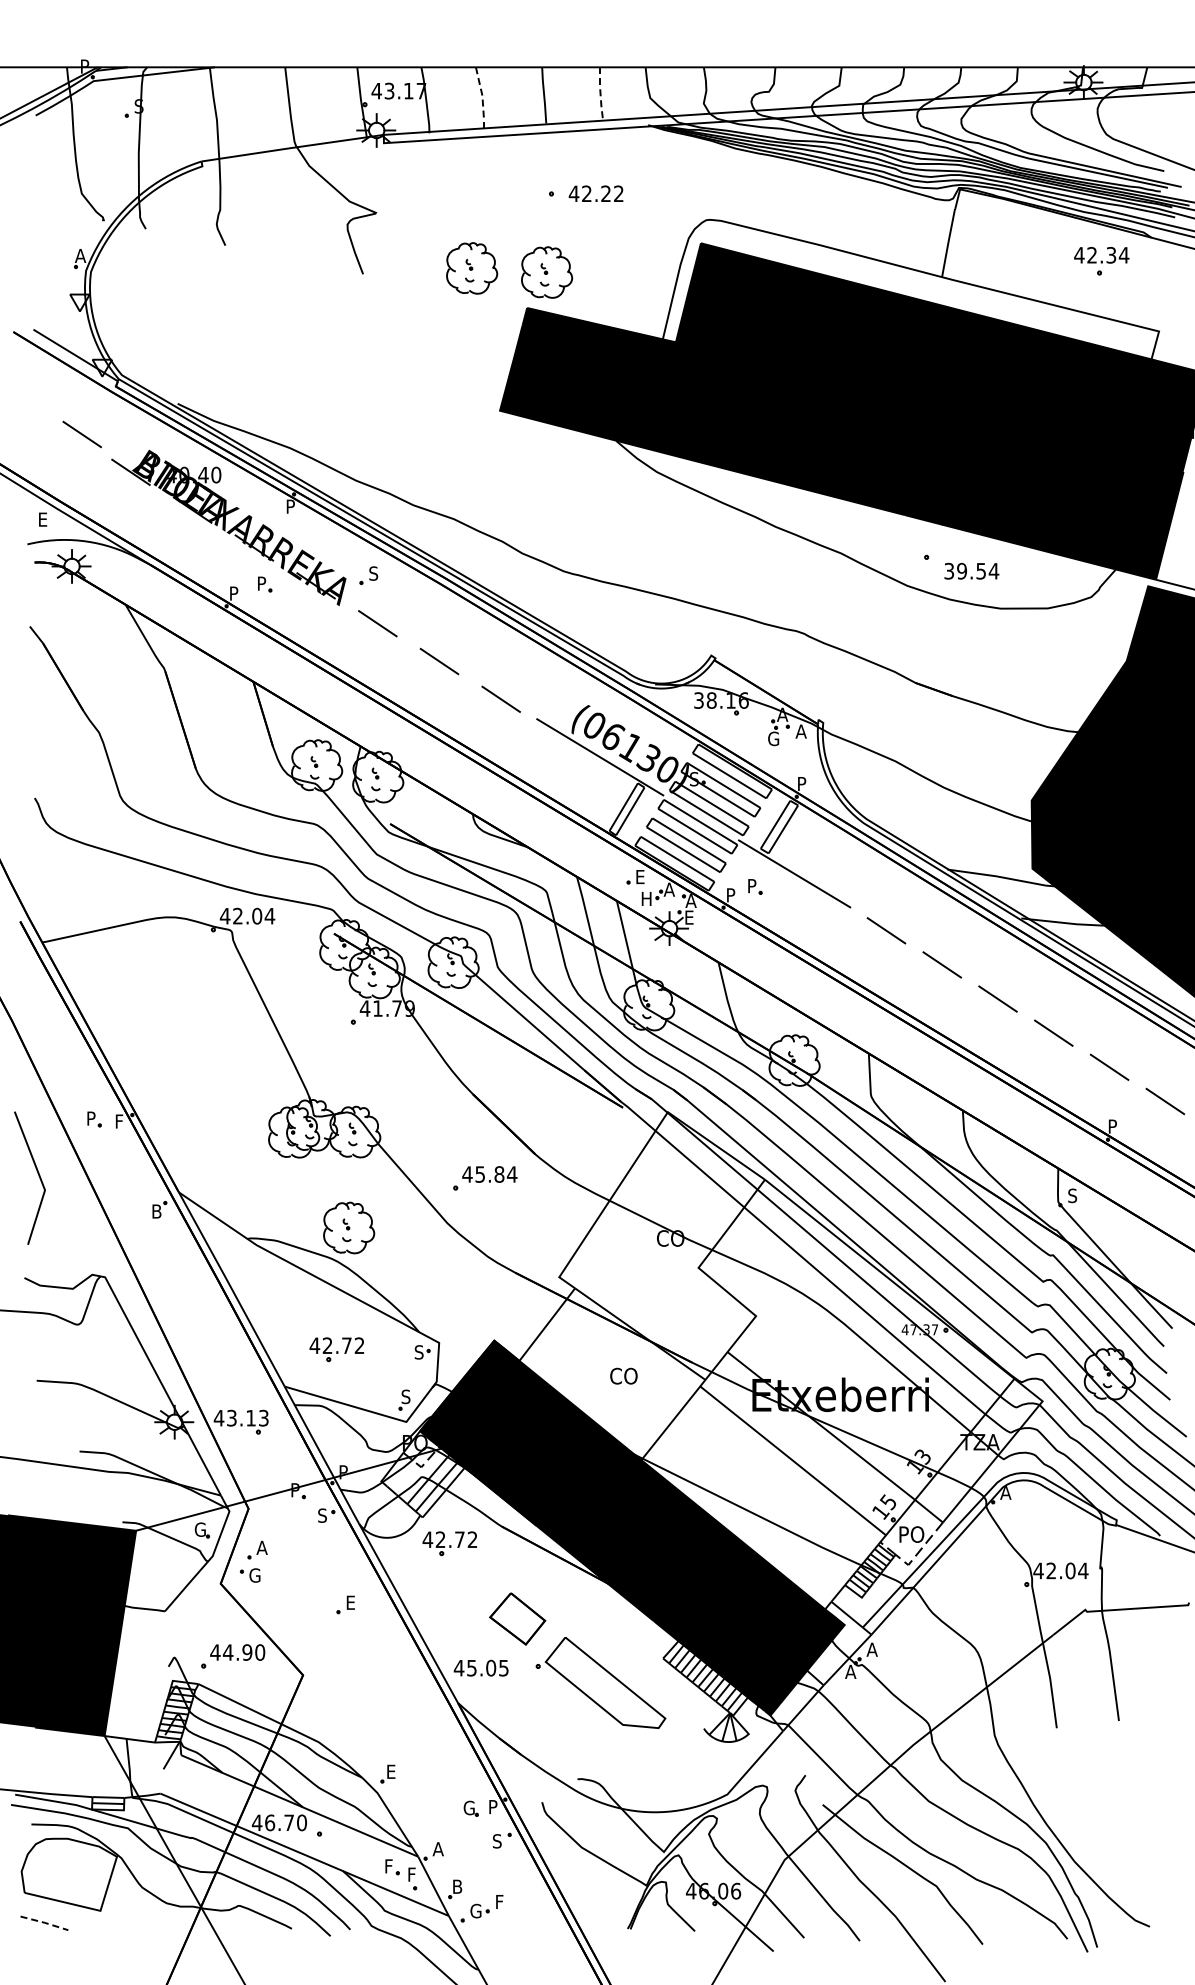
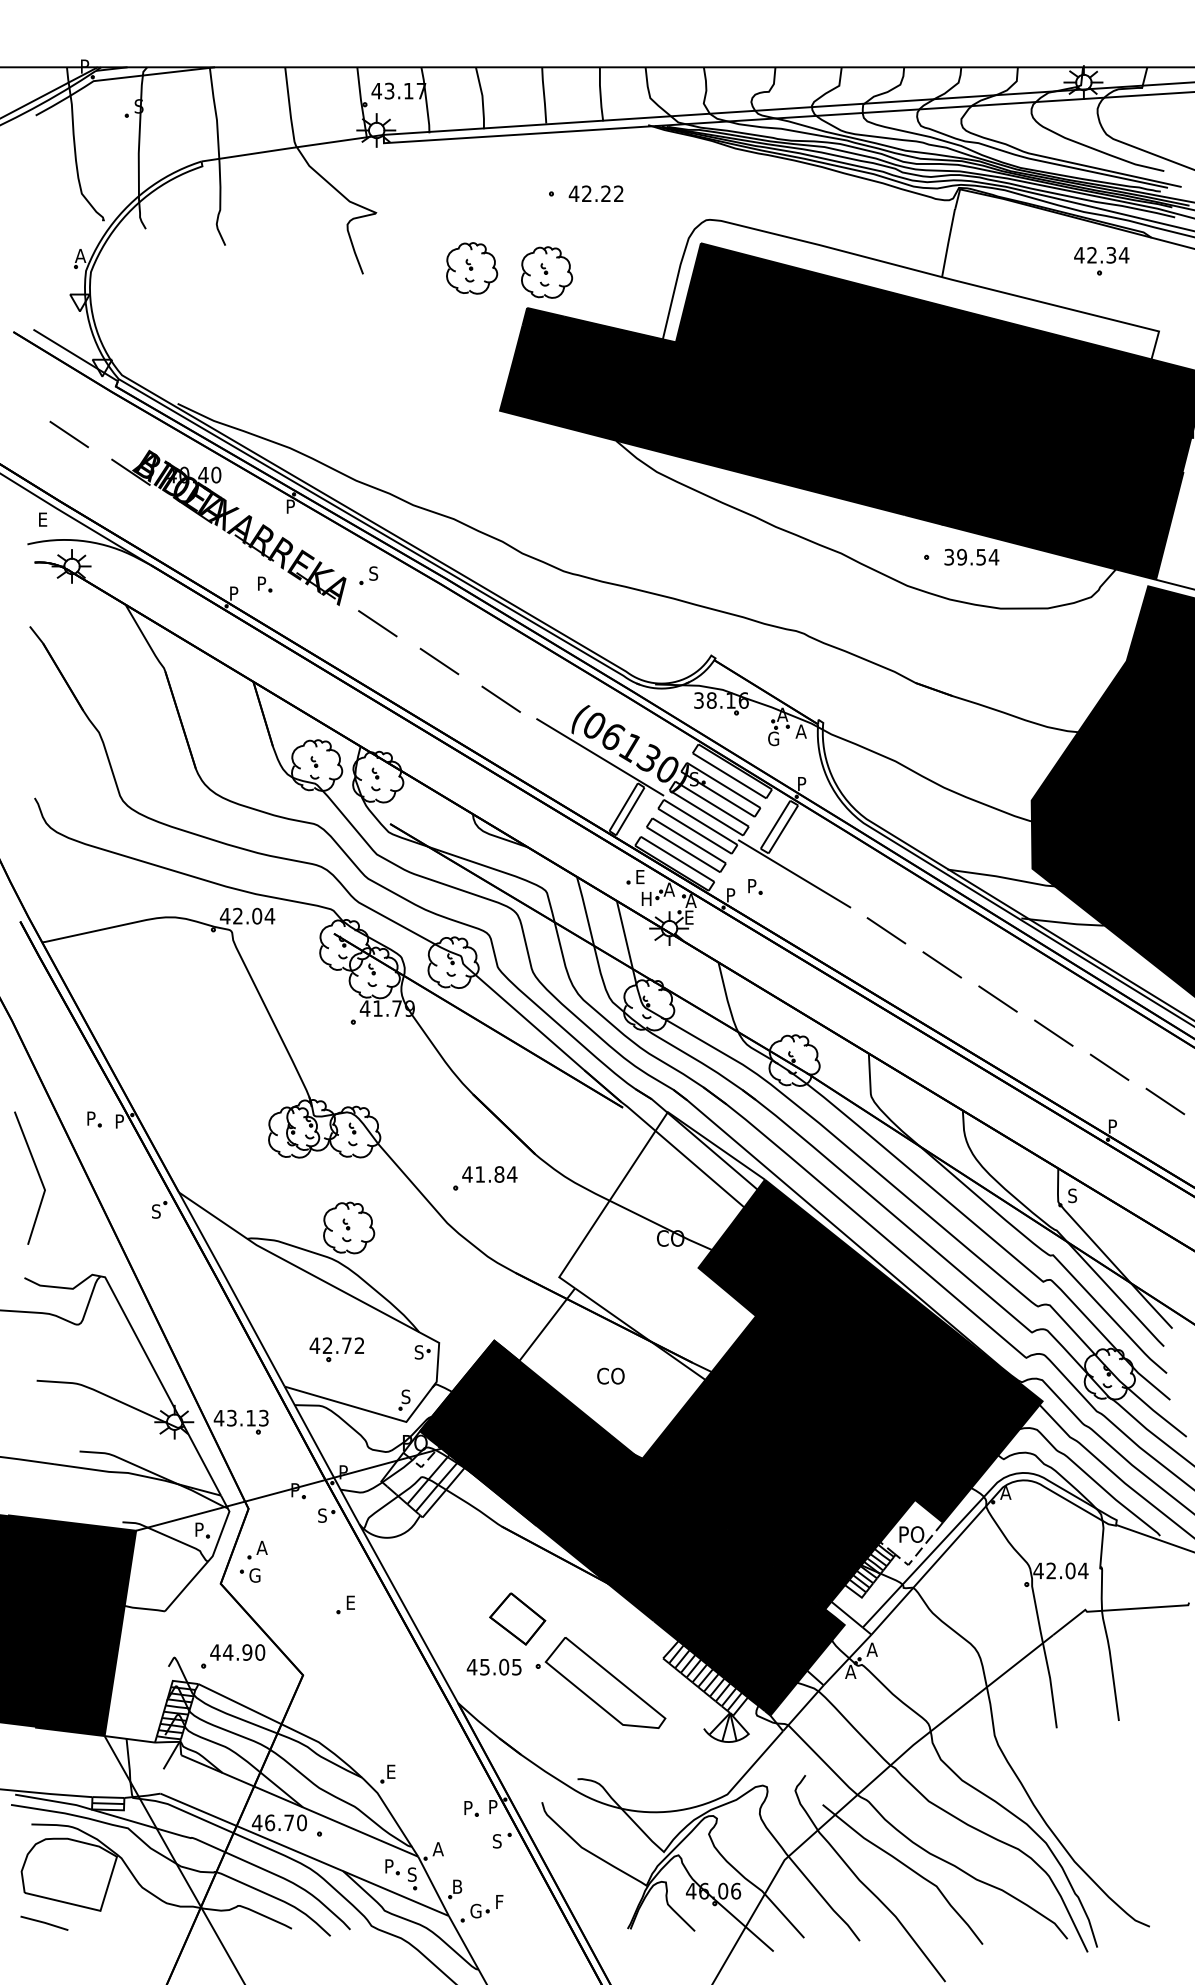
line at (600, 94): dashed -> solid
line at (482, 98): dashed -> solid
line at (81, 434) position: (81, 434) -> (68, 434)
text at (971, 570) position: (971, 570) -> (971, 556)
text at (120, 1118): F -> P
text at (479, 1174): 45.84 -> 41.84
text at (156, 1211): B -> S
text at (623, 1375) position: (623, 1375) -> (610, 1375)
fill at (841, 1394): none -> present
text at (199, 1529): G -> P
part at (449, 1543): present -> none
text at (480, 1667) position: (480, 1667) -> (493, 1666)
text at (468, 1807): G -> P
text at (390, 1863): F -> P
text at (411, 1874): F -> S
line at (44, 1922): dashed -> solid
